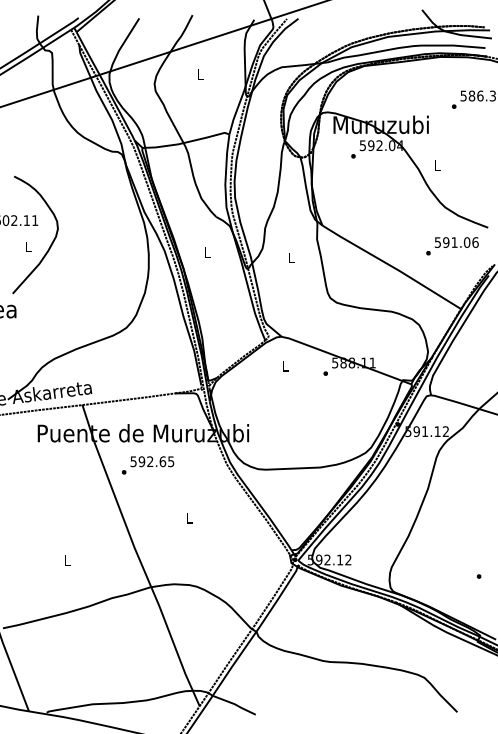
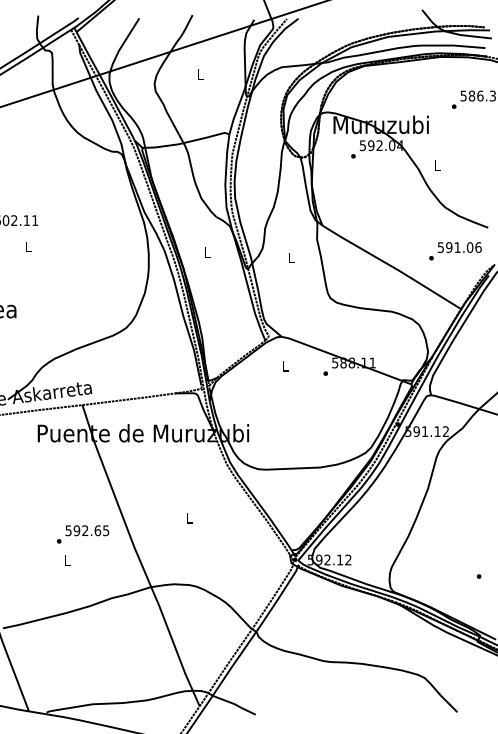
curve at (51, 242): present -> none
text at (452, 246) position: (452, 246) -> (455, 251)
text at (148, 465) position: (148, 465) -> (83, 534)
